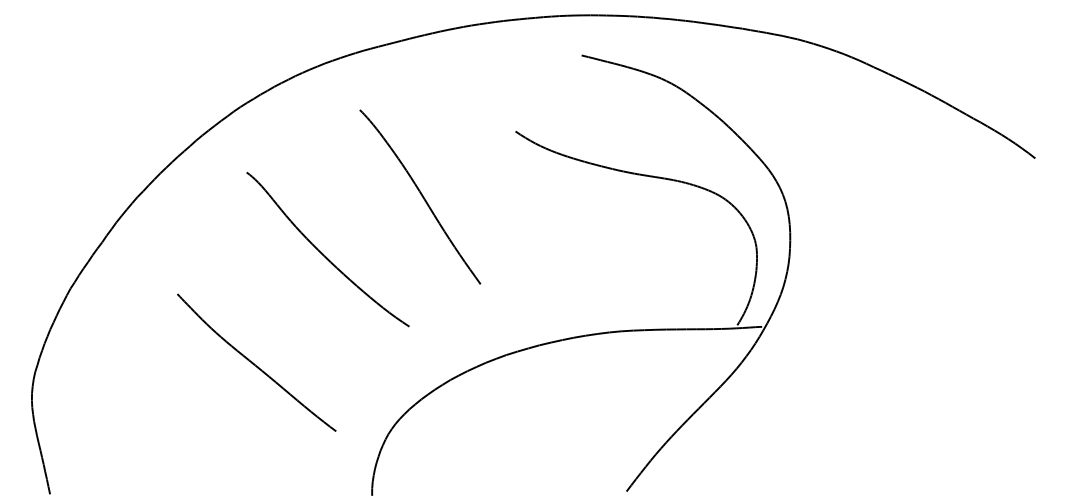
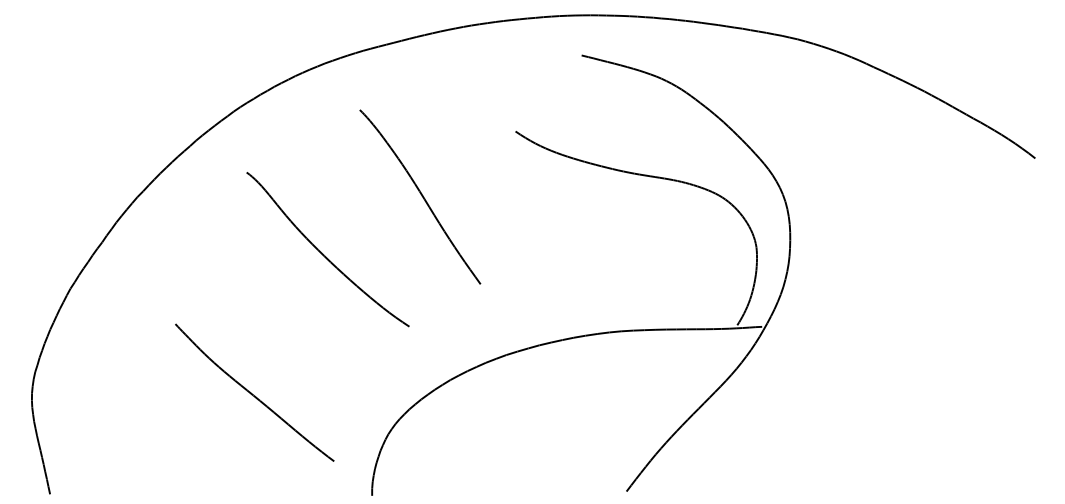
part at (256, 362) position: (256, 362) -> (254, 392)
